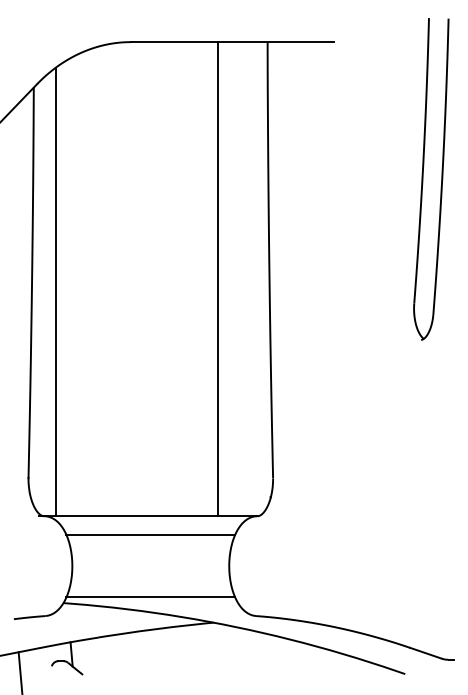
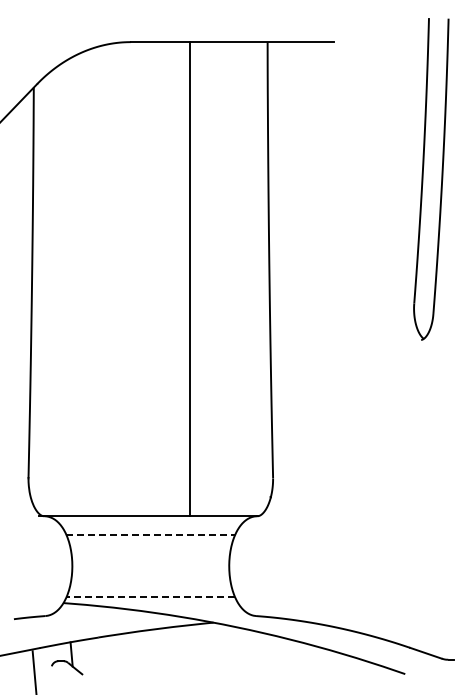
line at (218, 279) position: (218, 279) -> (190, 279)
line at (55, 291): present -> none
line at (151, 534): solid -> dashed
line at (150, 597): solid -> dashed
line at (20, 671) position: (20, 671) -> (34, 671)
